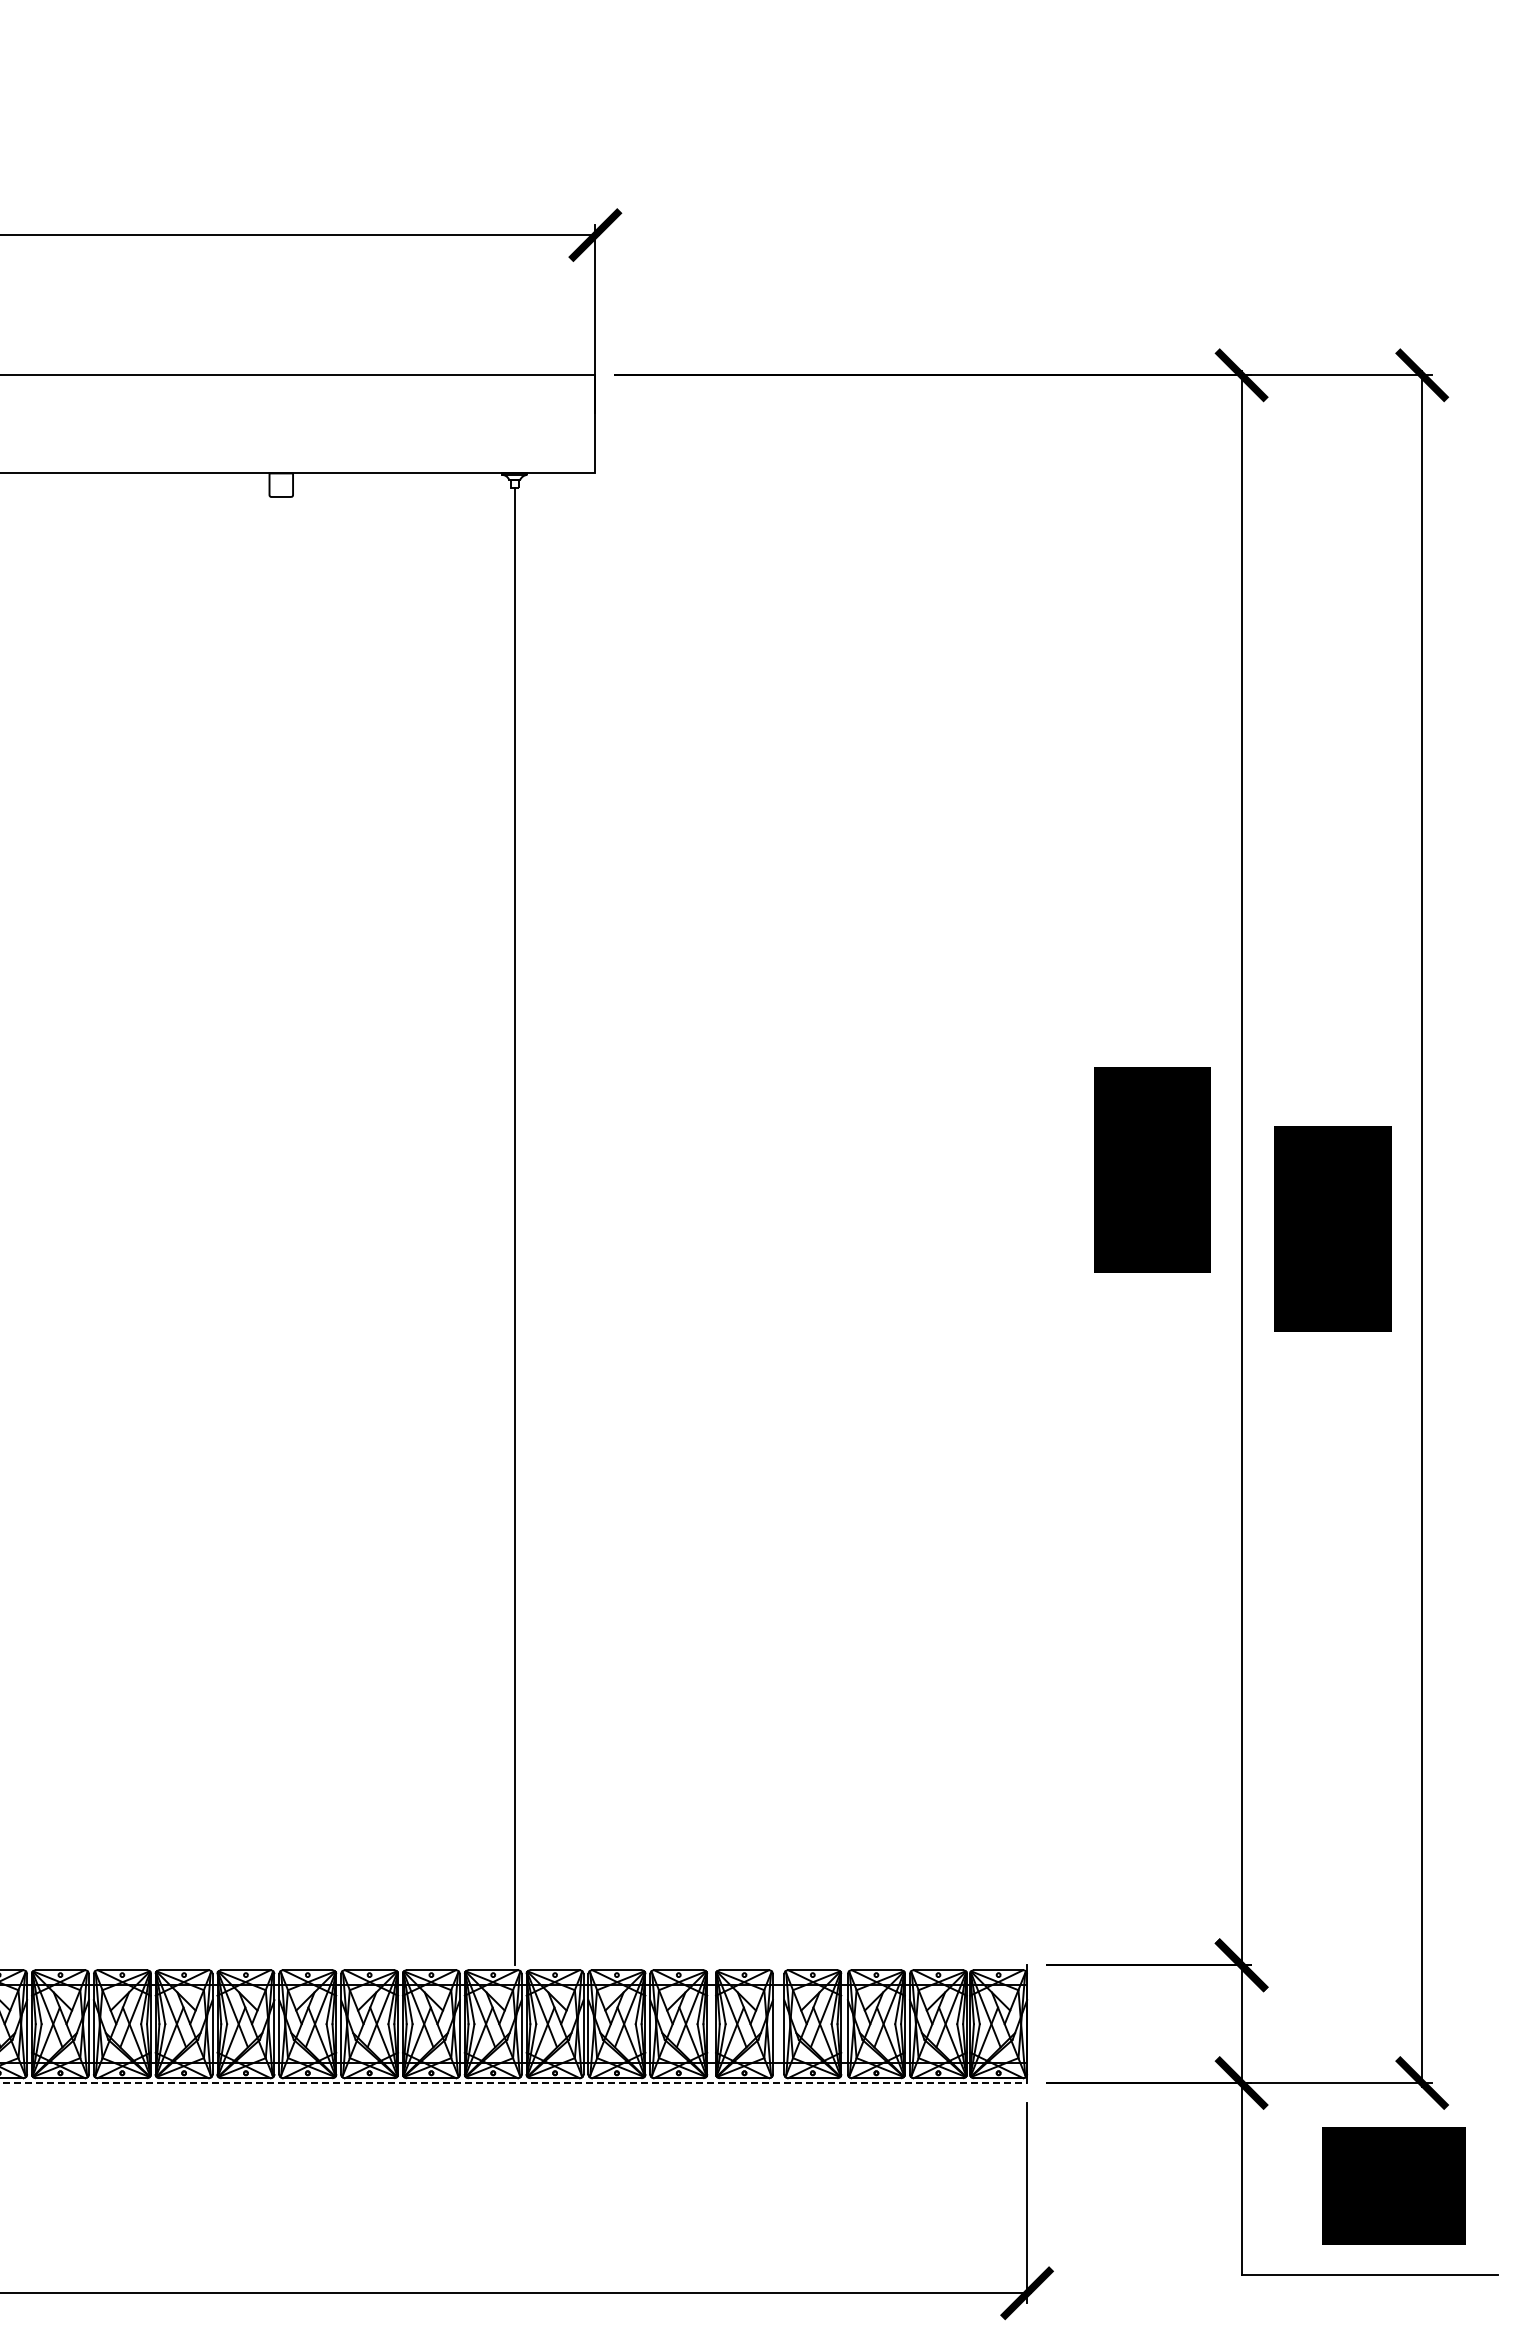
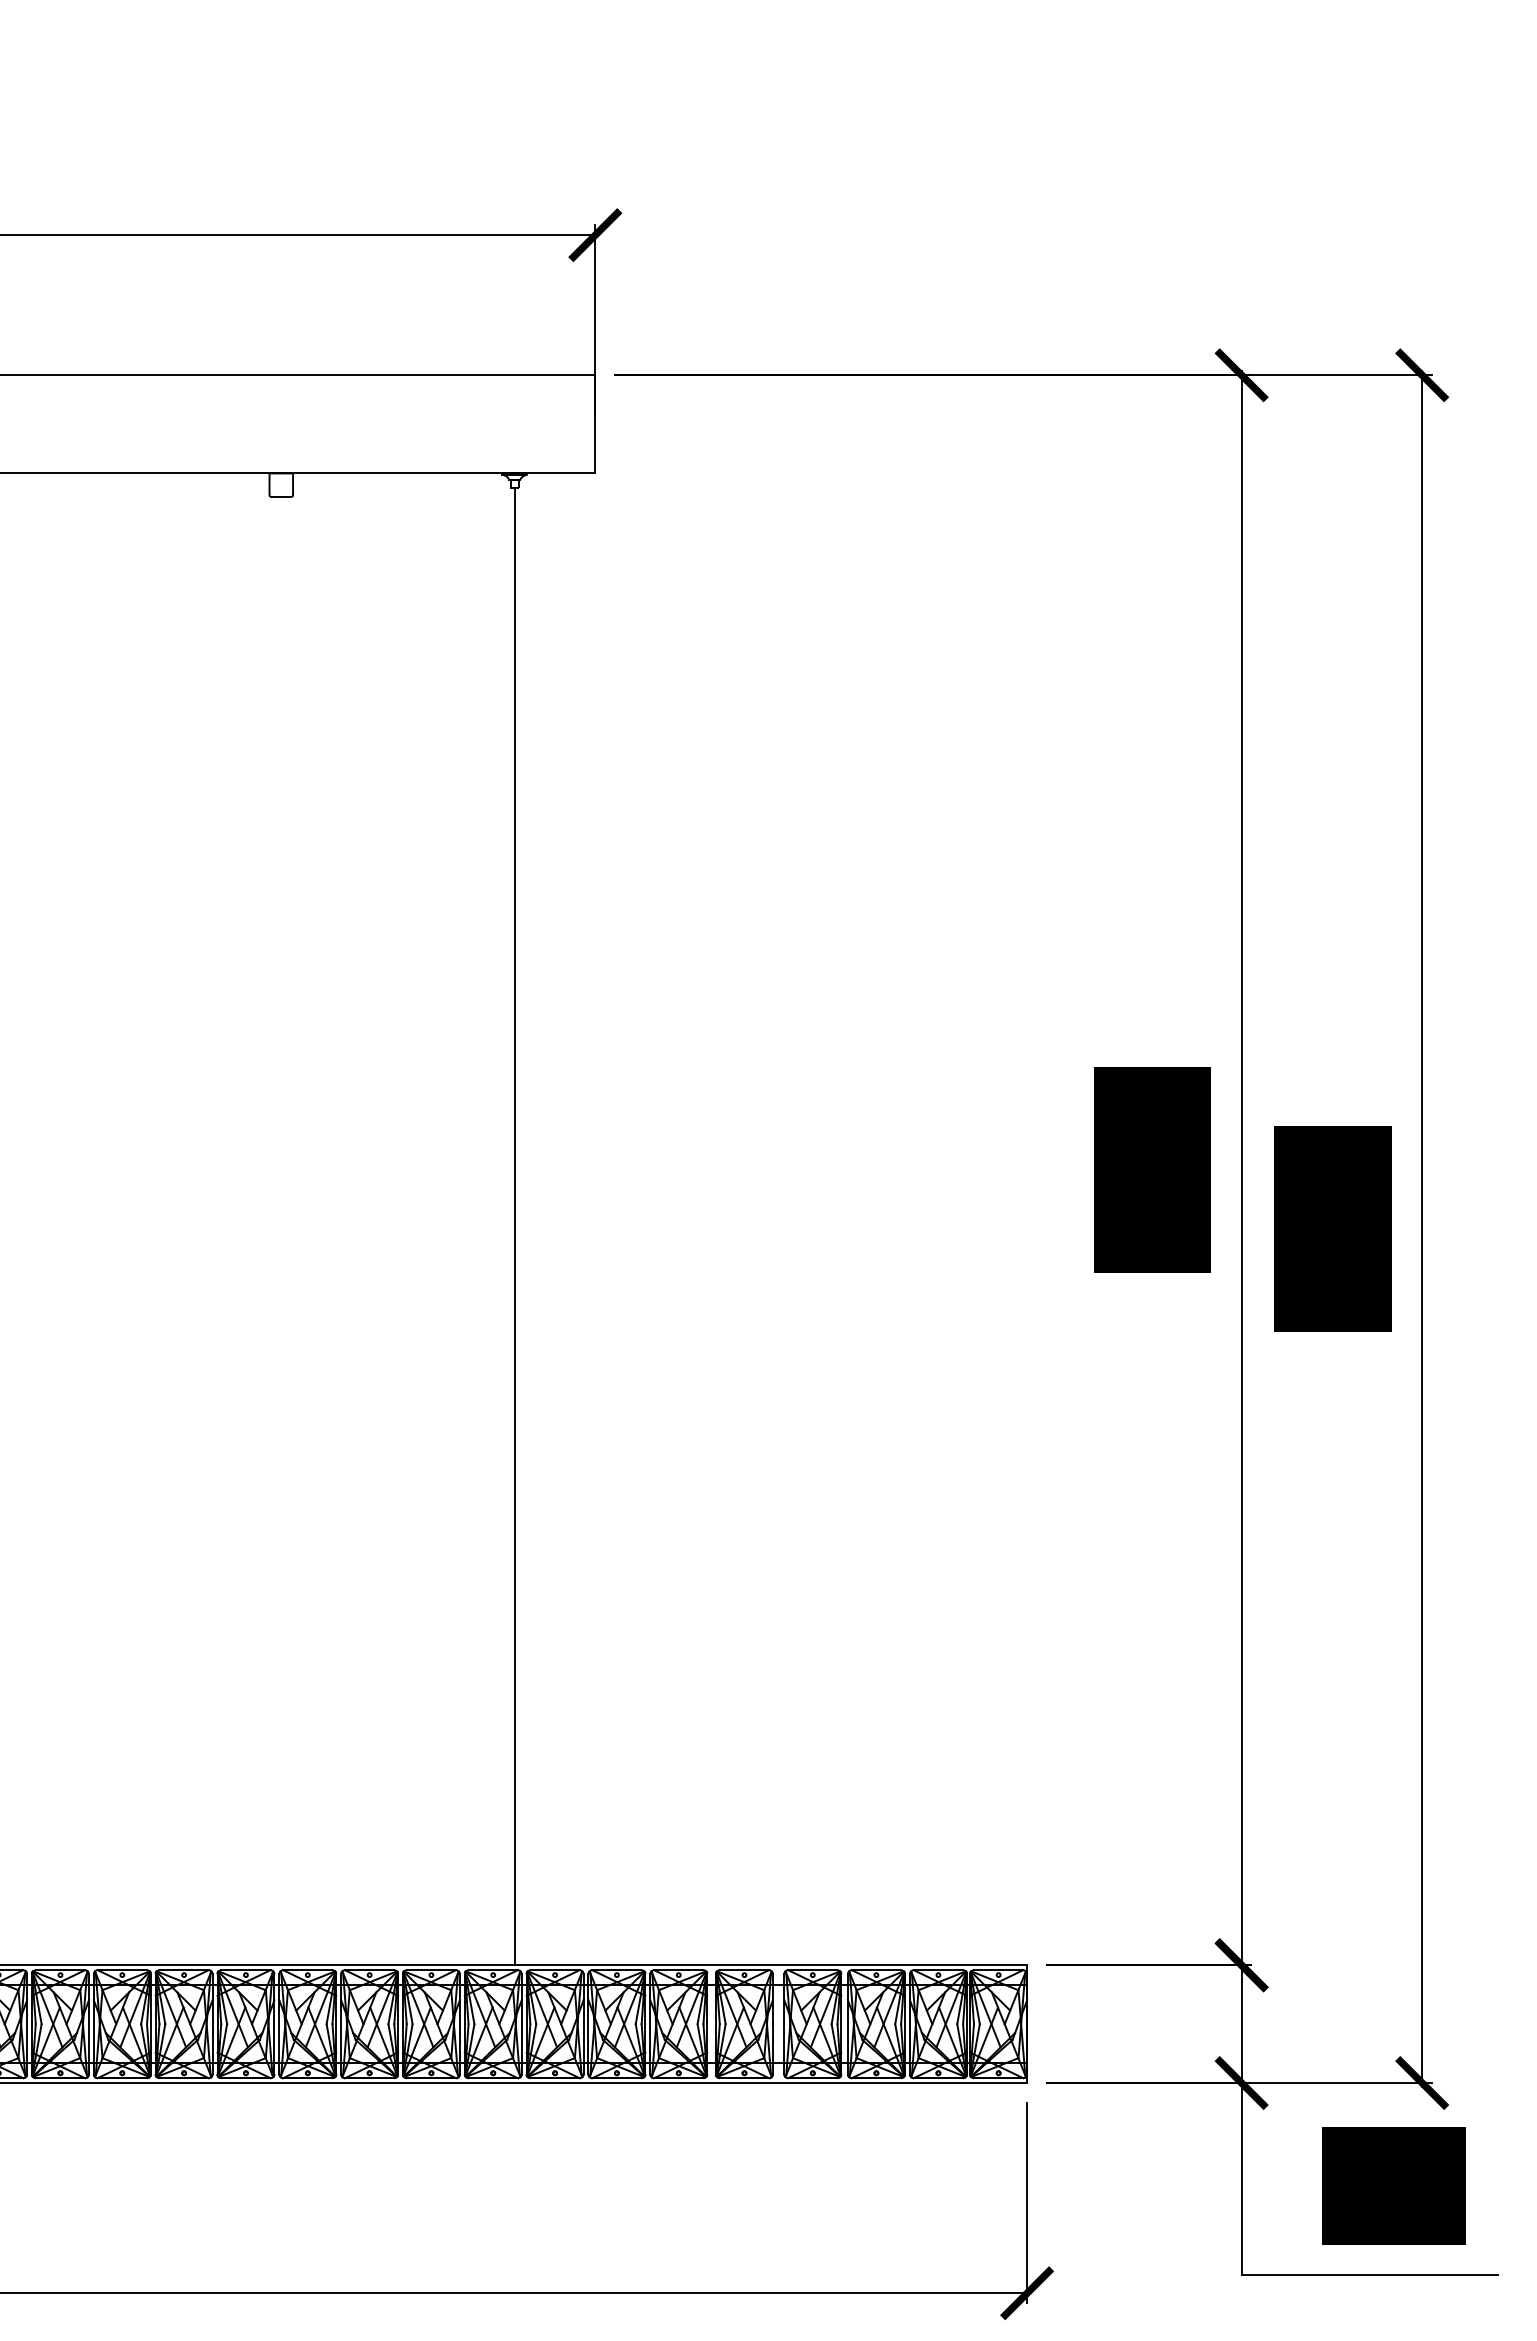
line at (514, 1965): none -> present
line at (514, 2083): dashed -> solid
